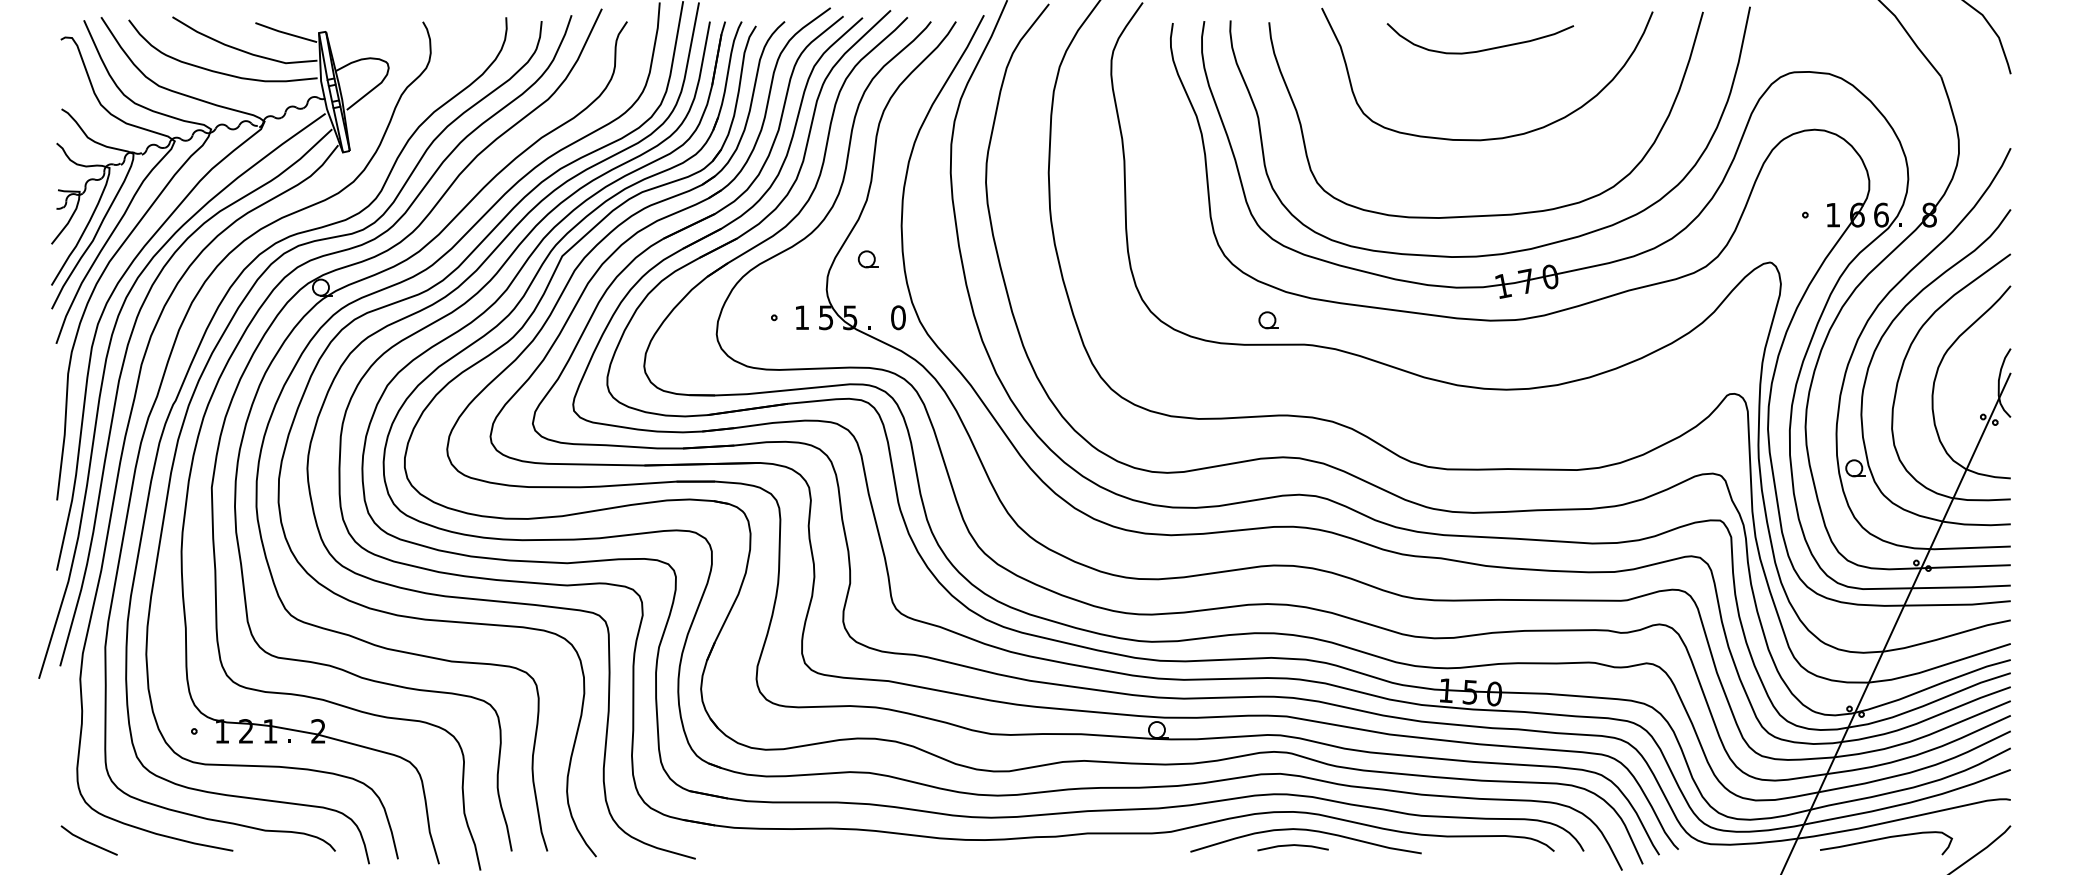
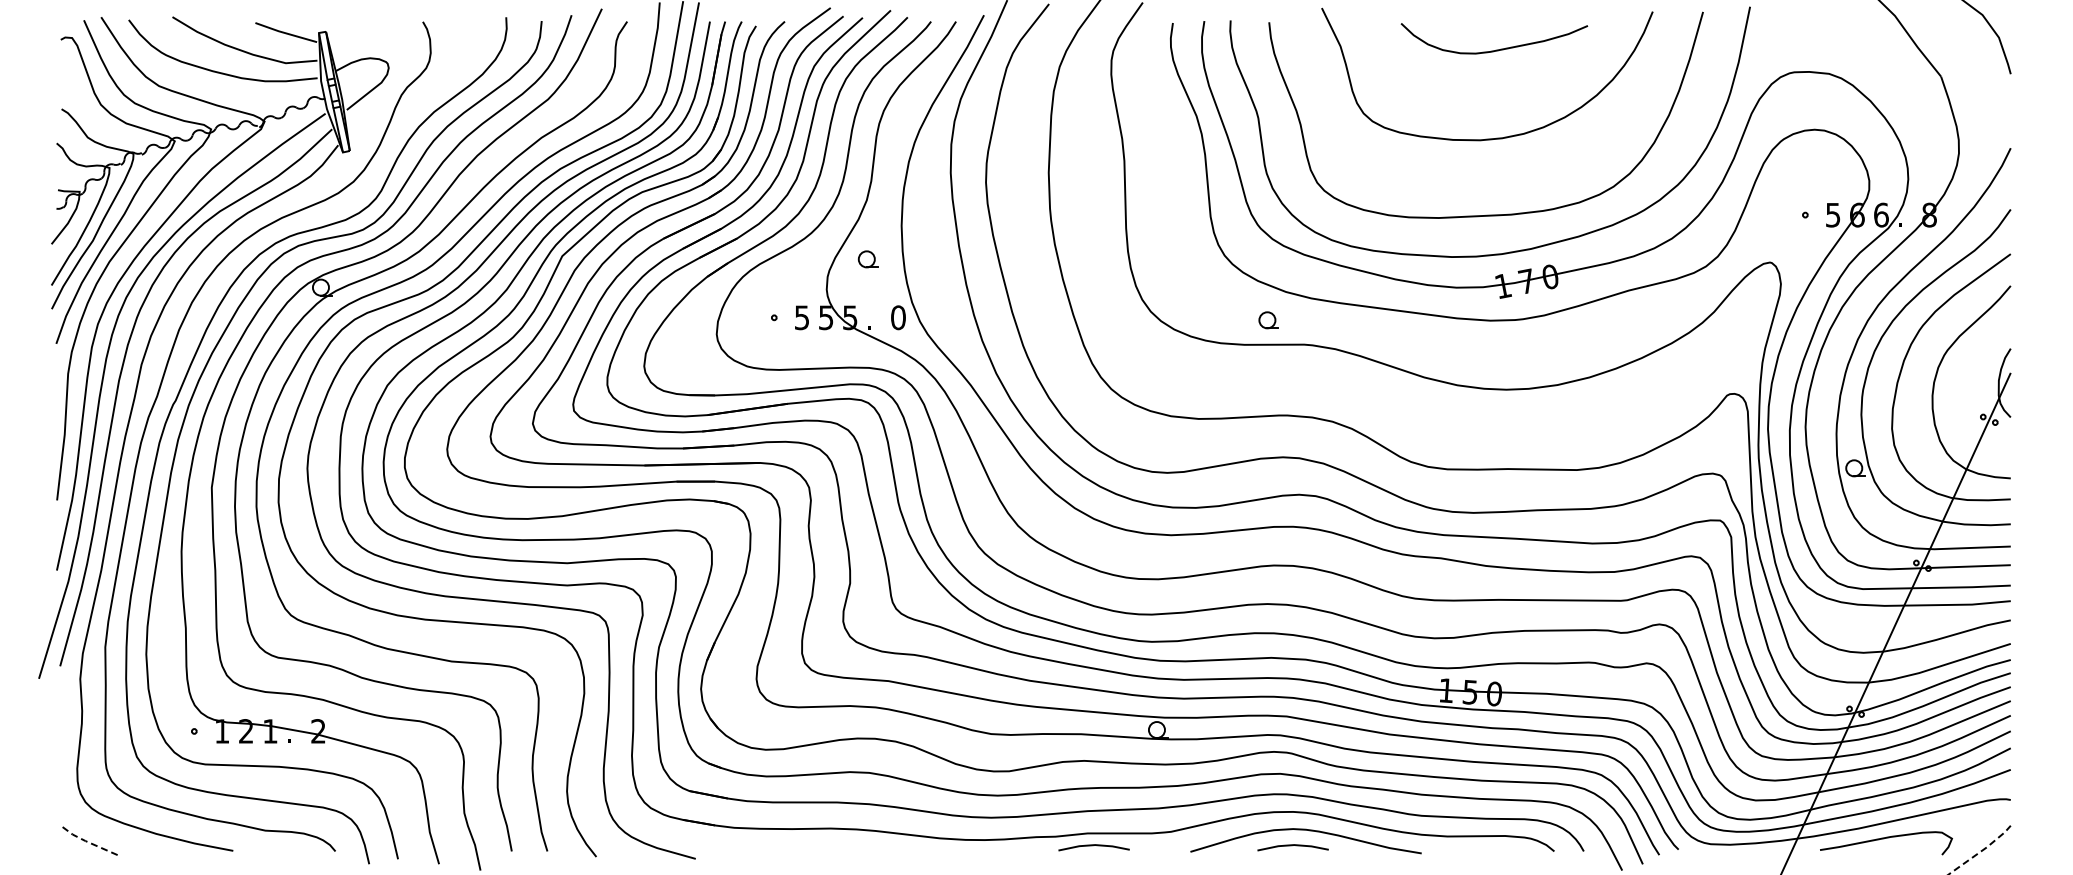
curve at (1482, 49) position: (1482, 49) -> (1496, 49)
text at (1833, 215): 1 -> 5
text at (801, 317): 1 -> 5
line at (87, 841): solid -> dashed
line at (1093, 846): none -> present
line at (1982, 850): solid -> dashed
